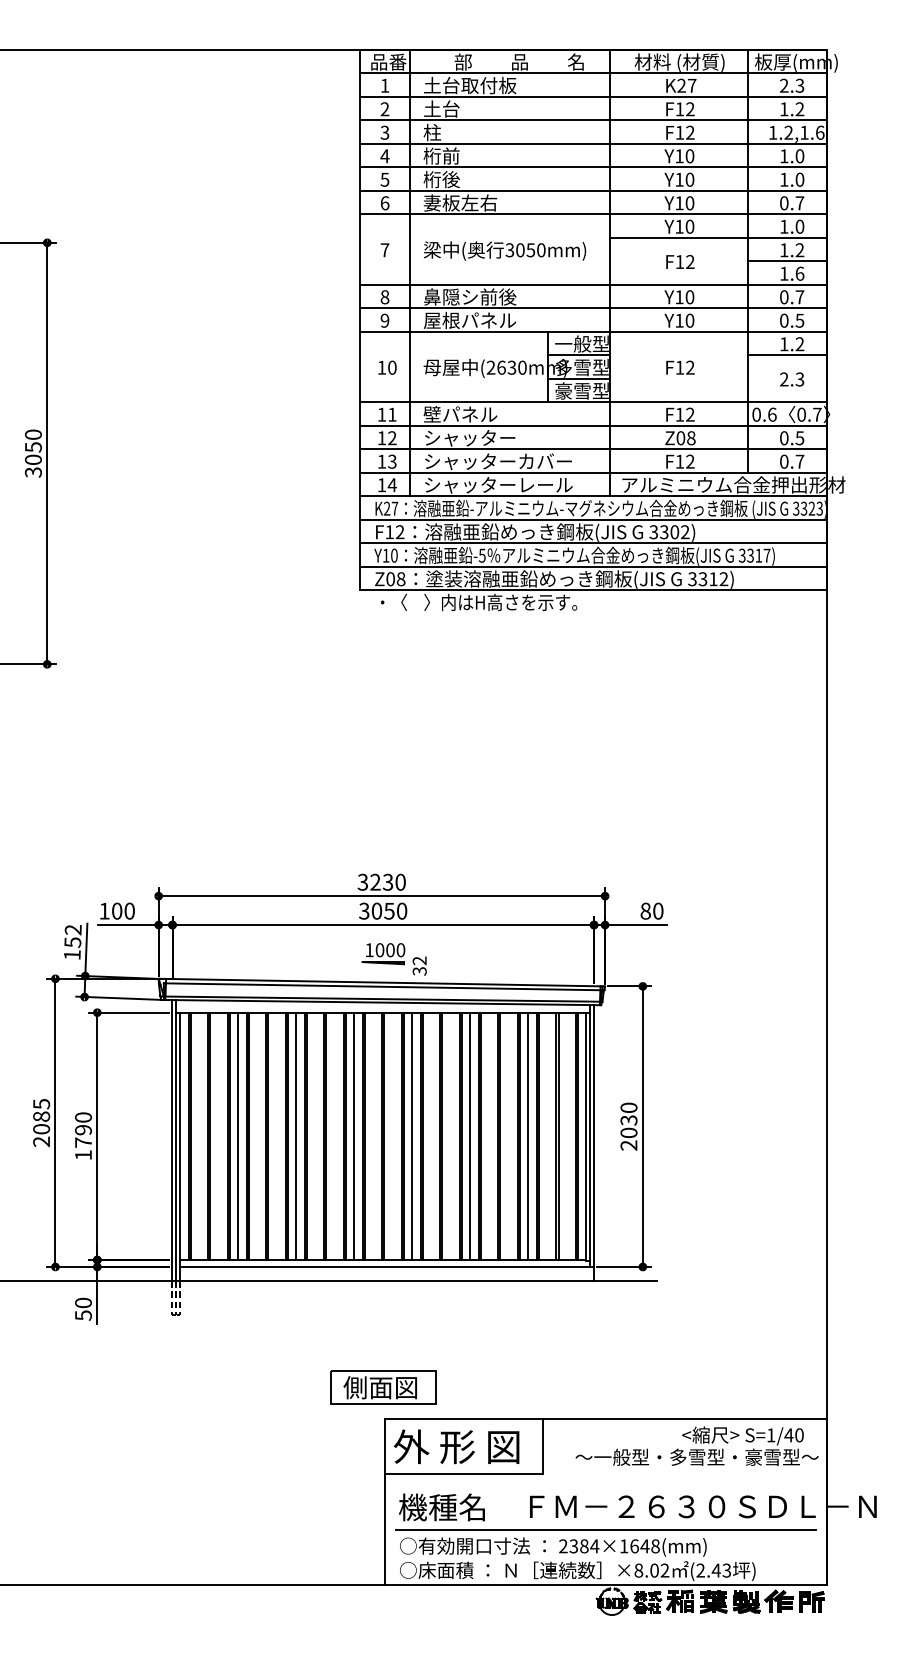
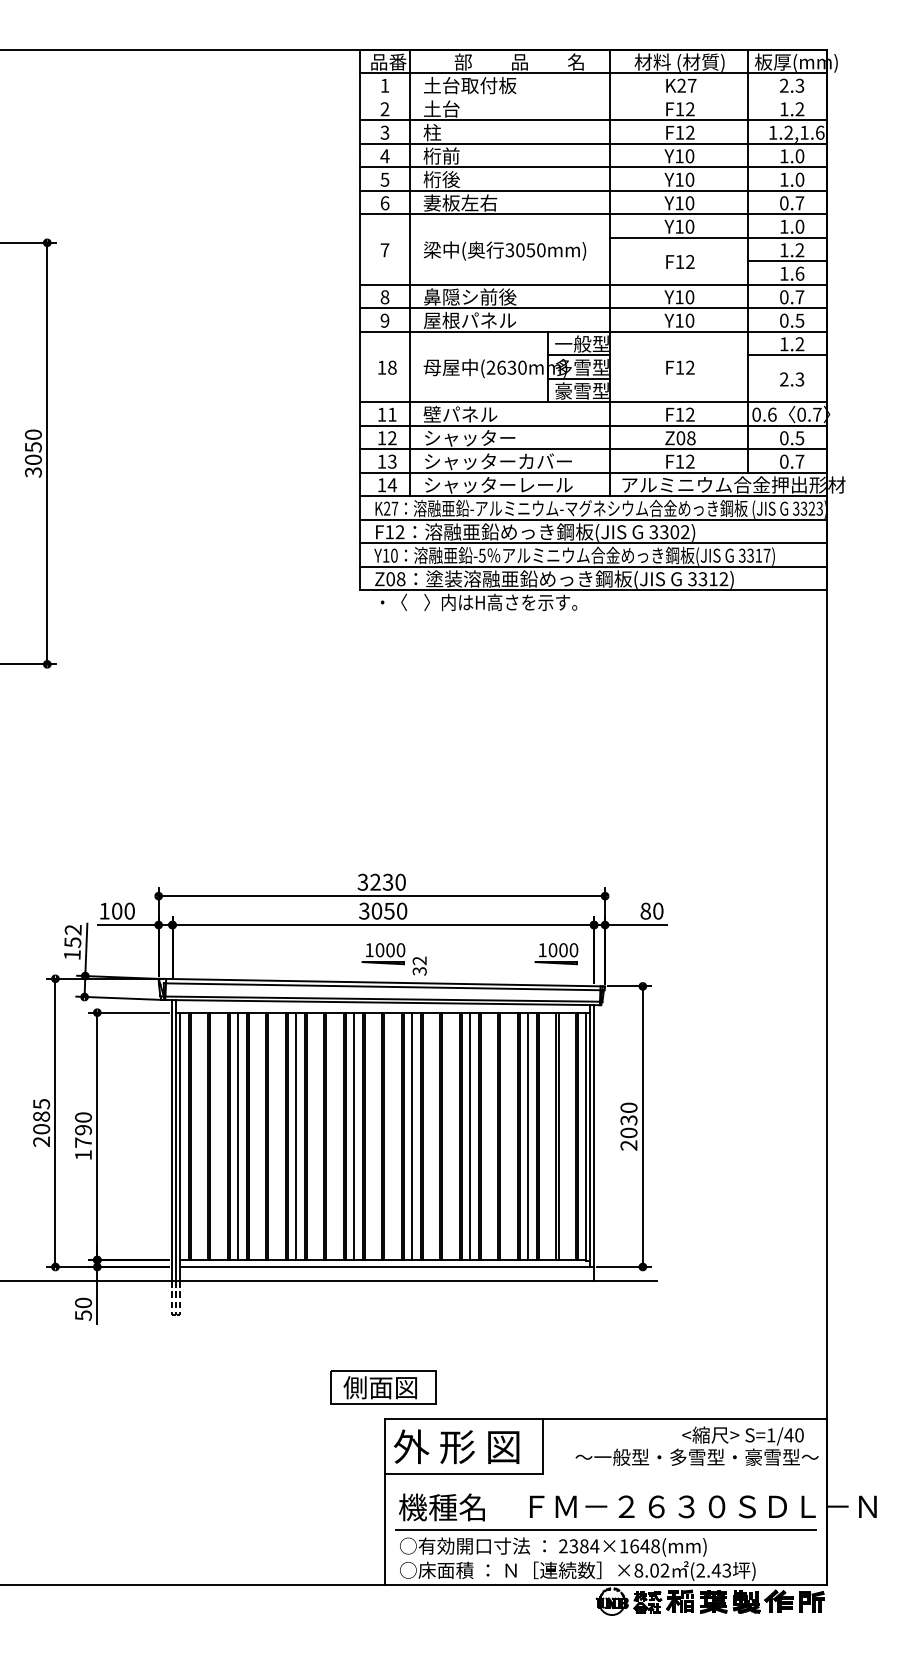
line at (593, 96): present -> none
text at (392, 367): 10 -> 18
part at (556, 954): none -> present
